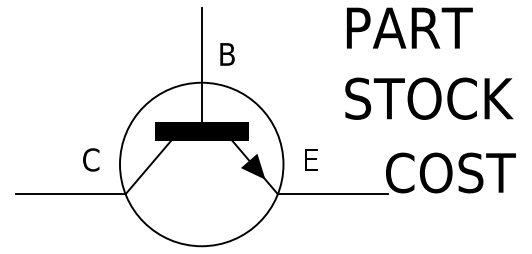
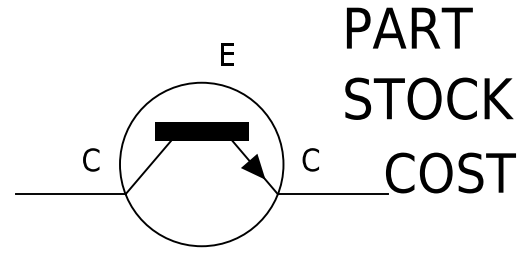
text at (227, 54): B -> E
line at (201, 69): present -> none
text at (310, 159): E -> C
